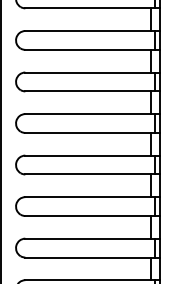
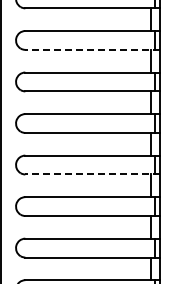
line at (92, 49): solid -> dashed
line at (92, 174): solid -> dashed
